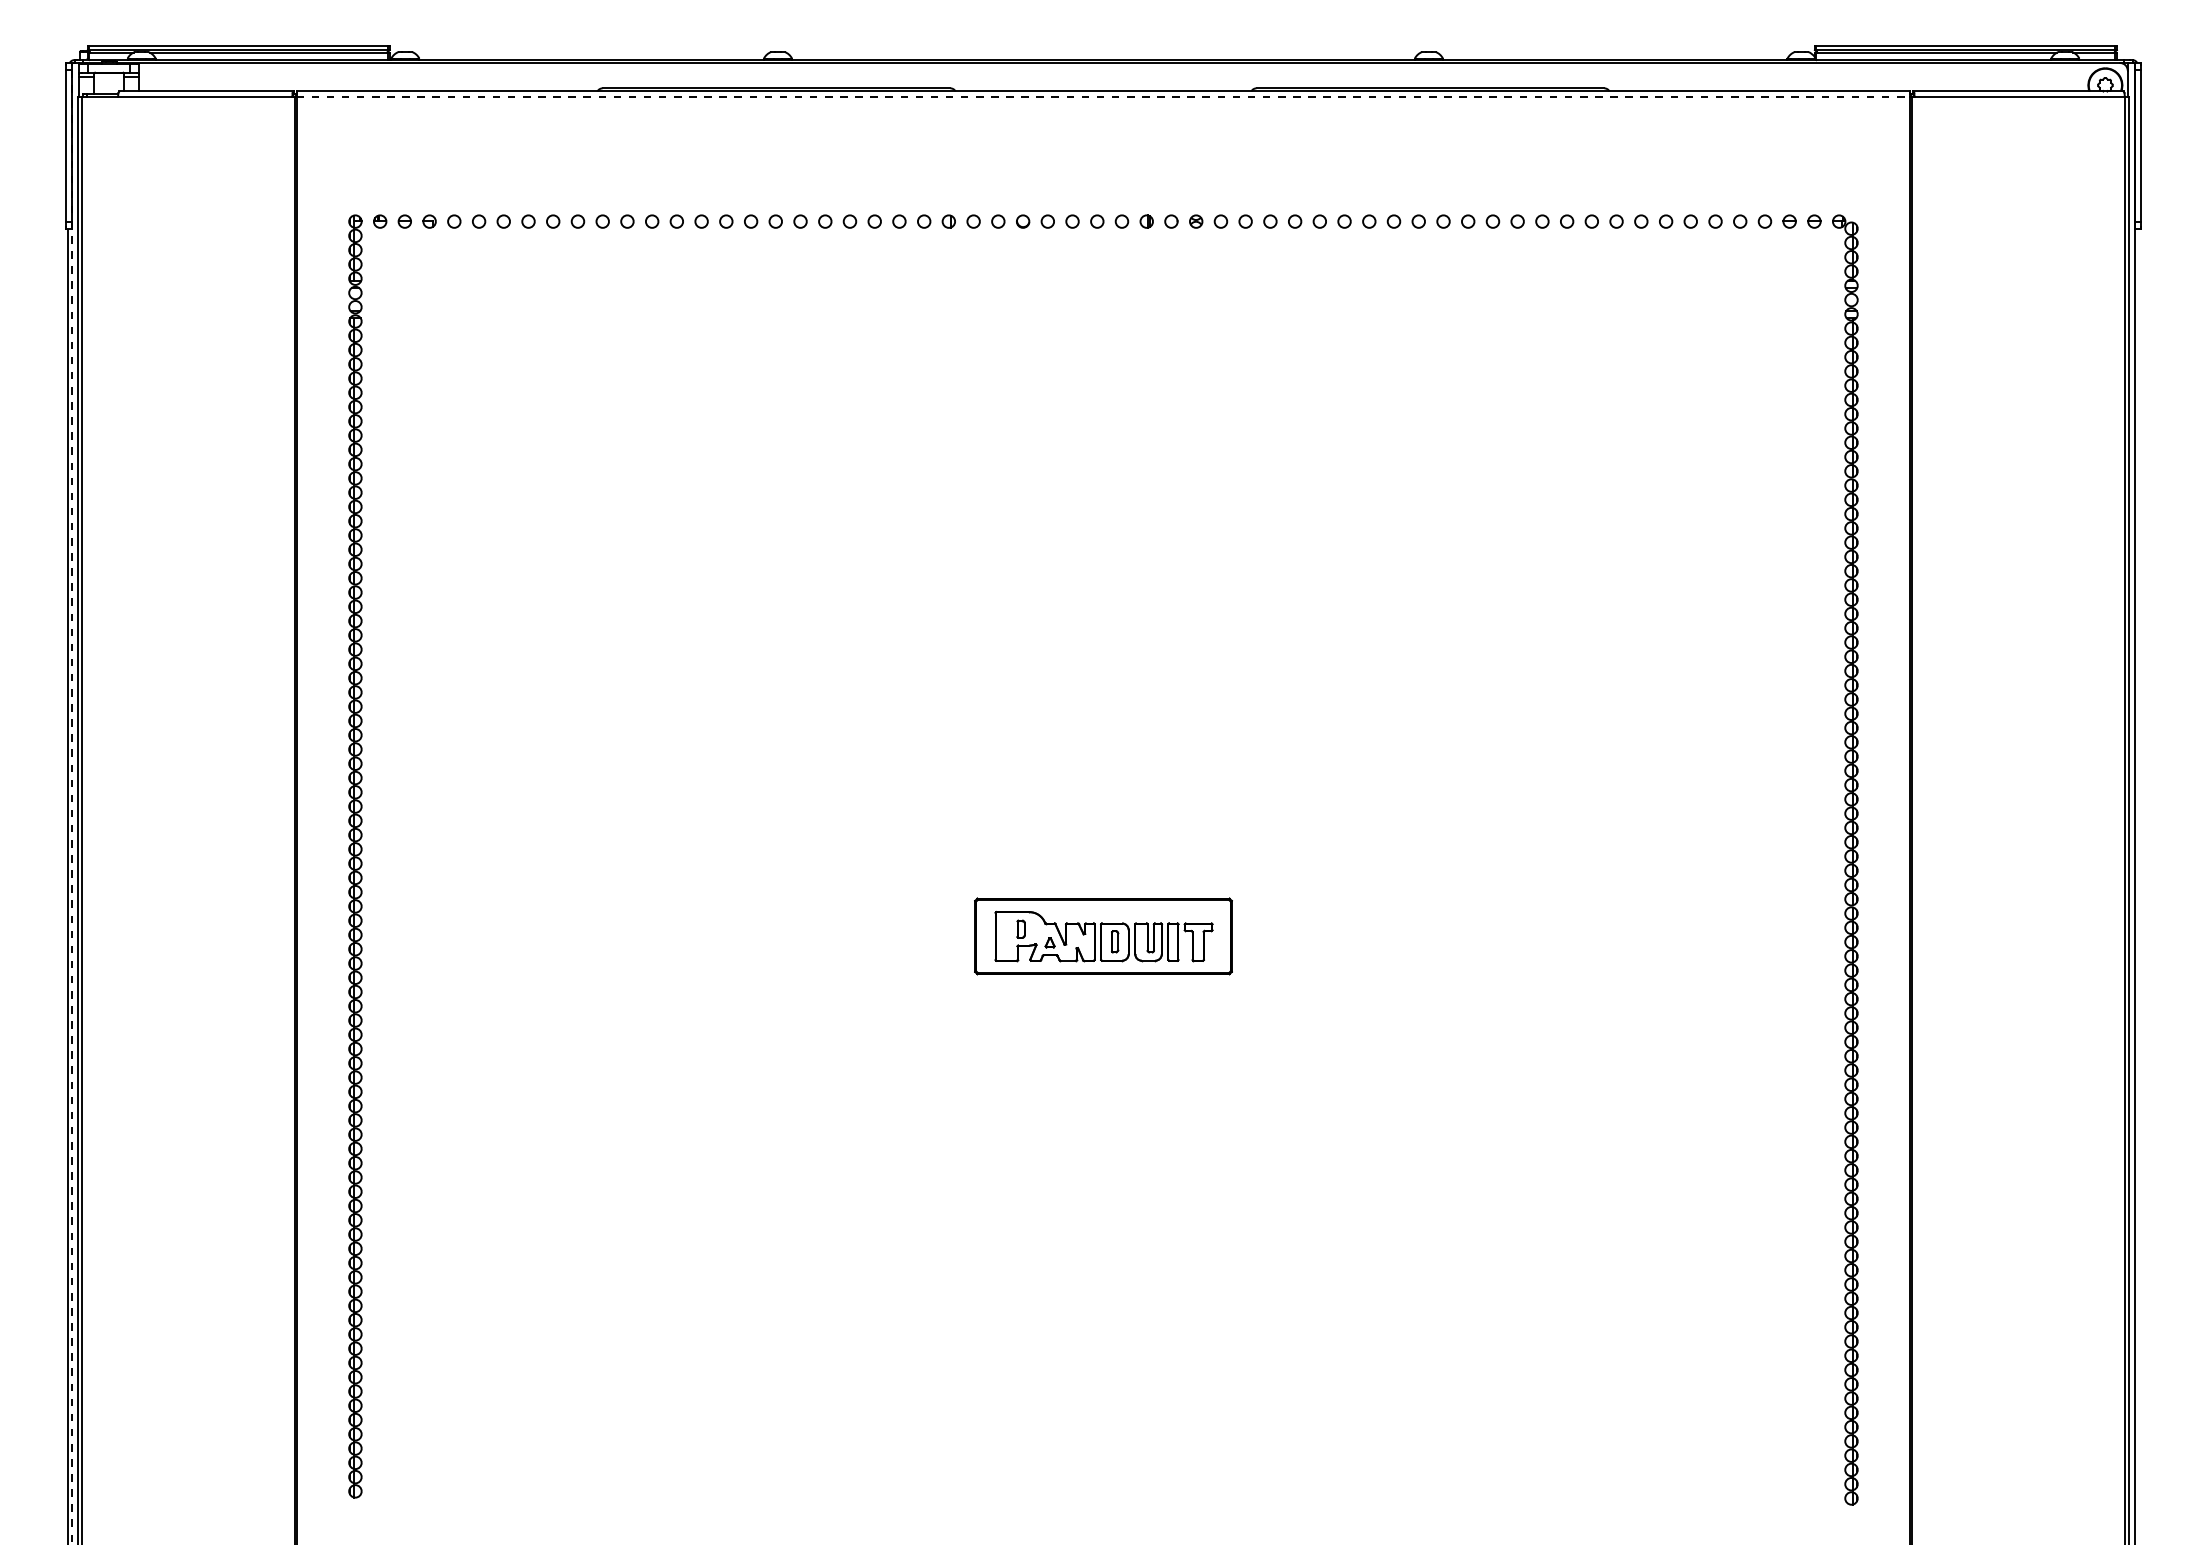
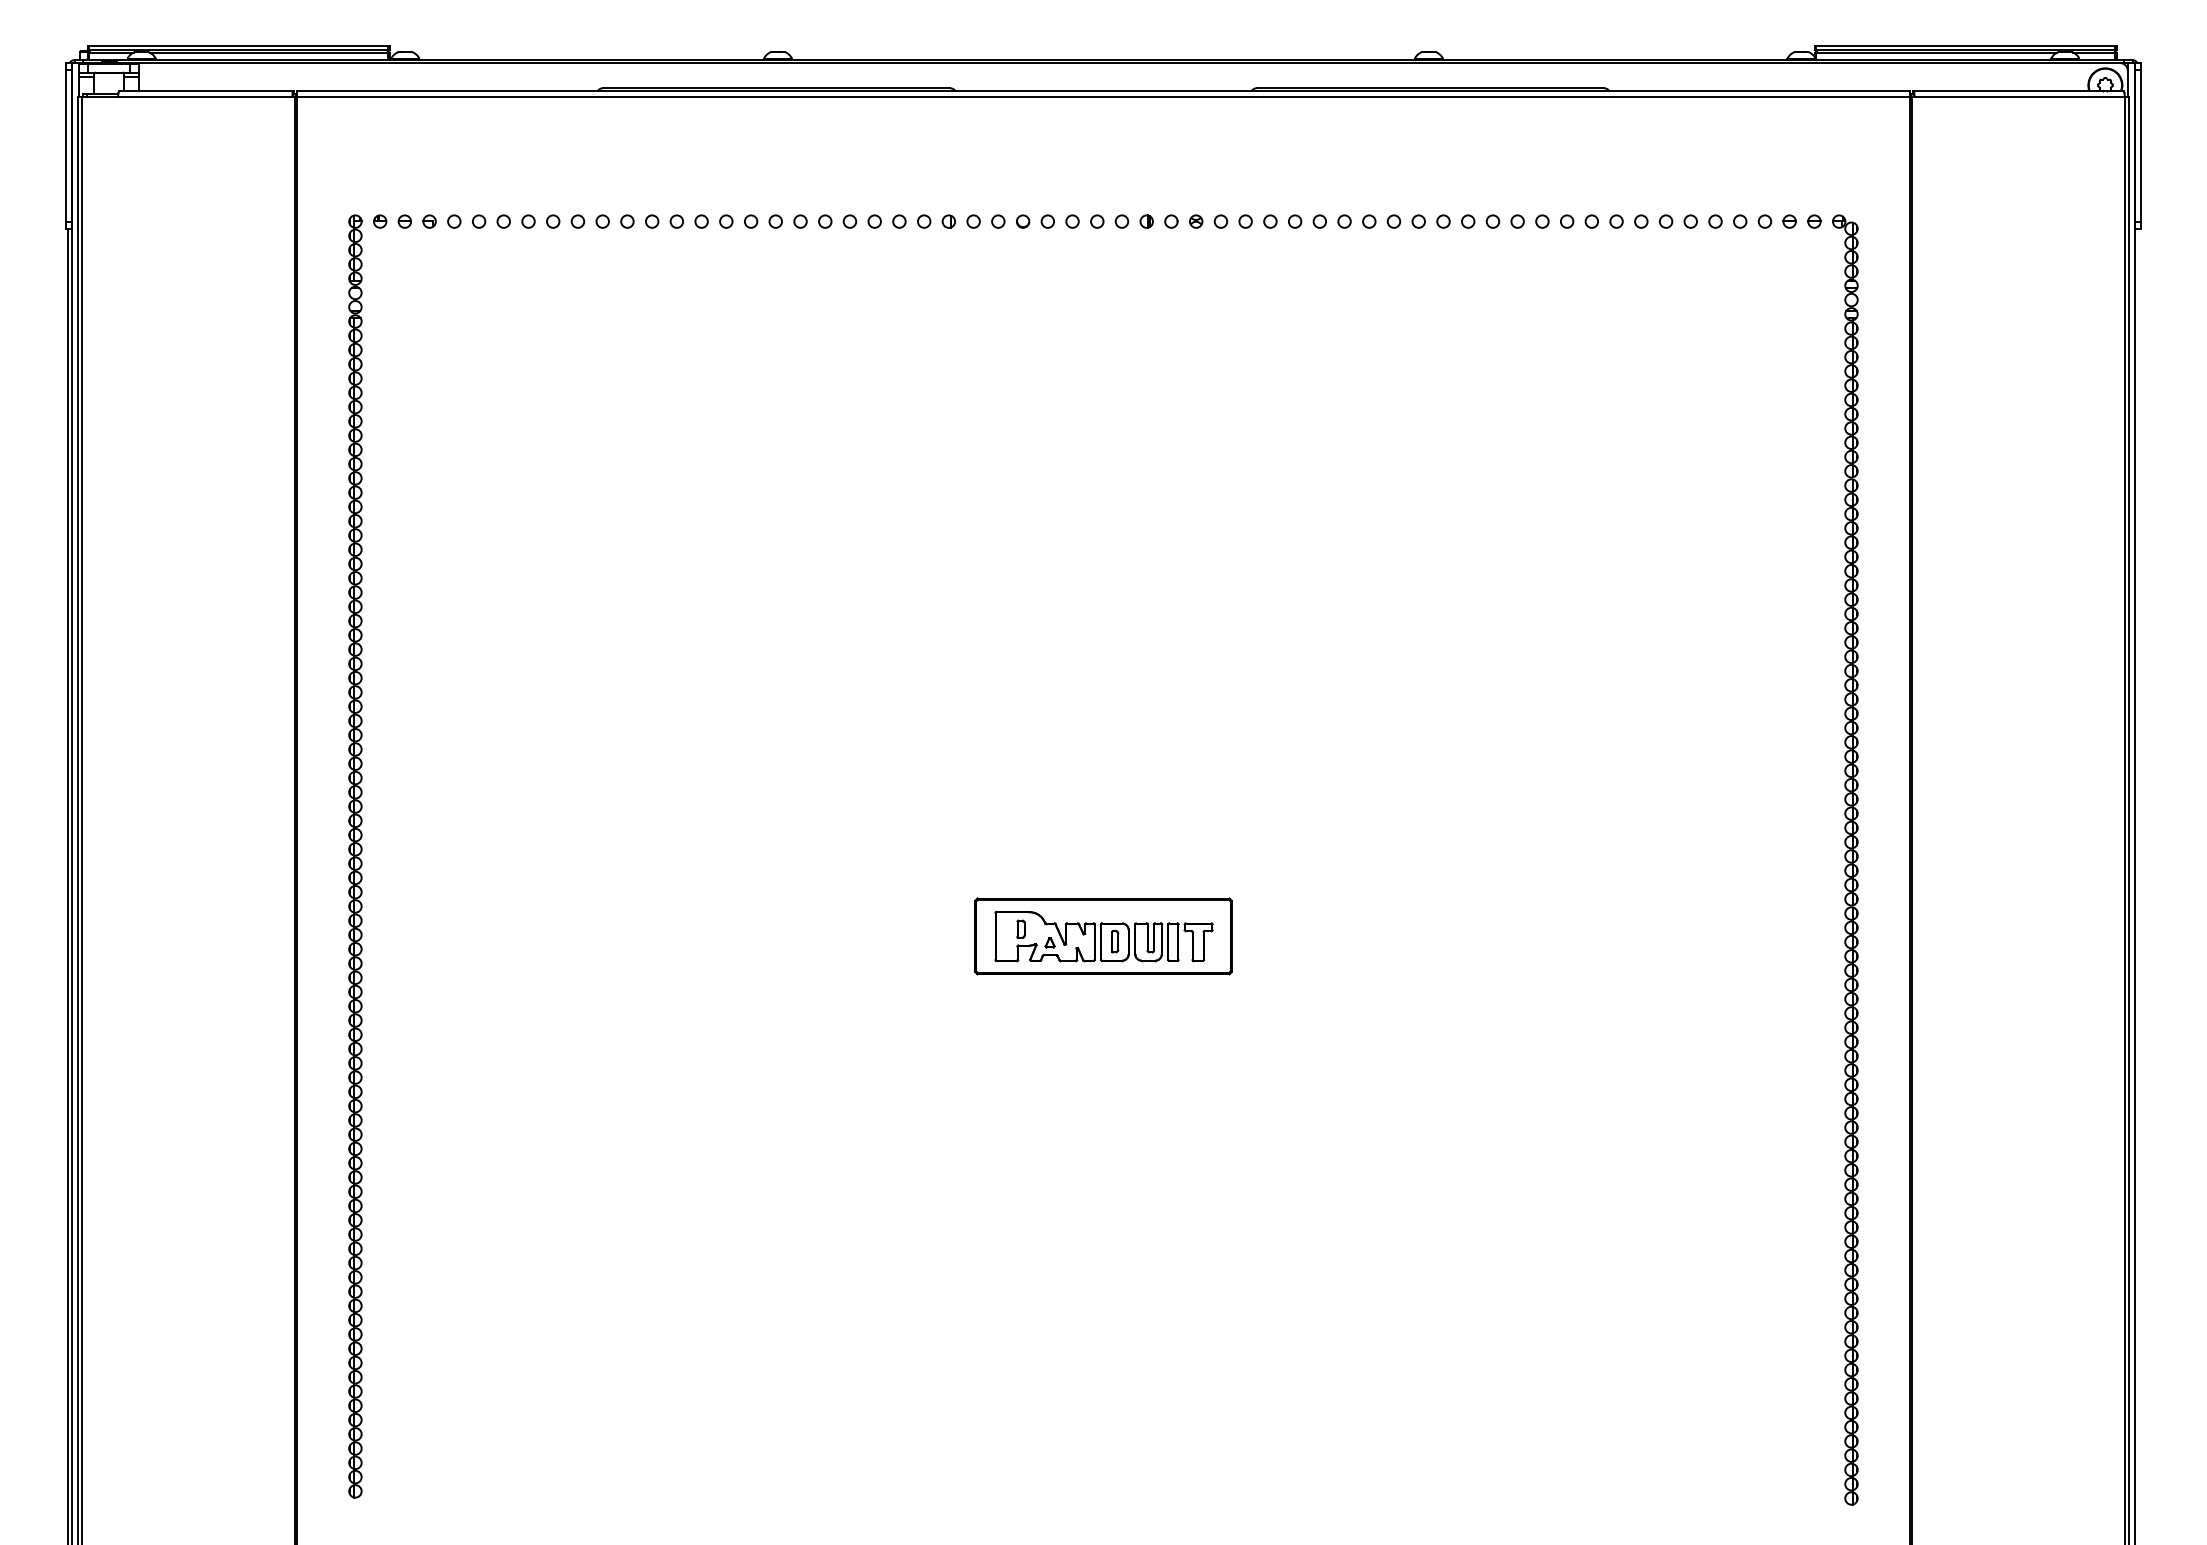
line at (1103, 96): dashed -> solid
line at (72, 803): dashed -> solid
